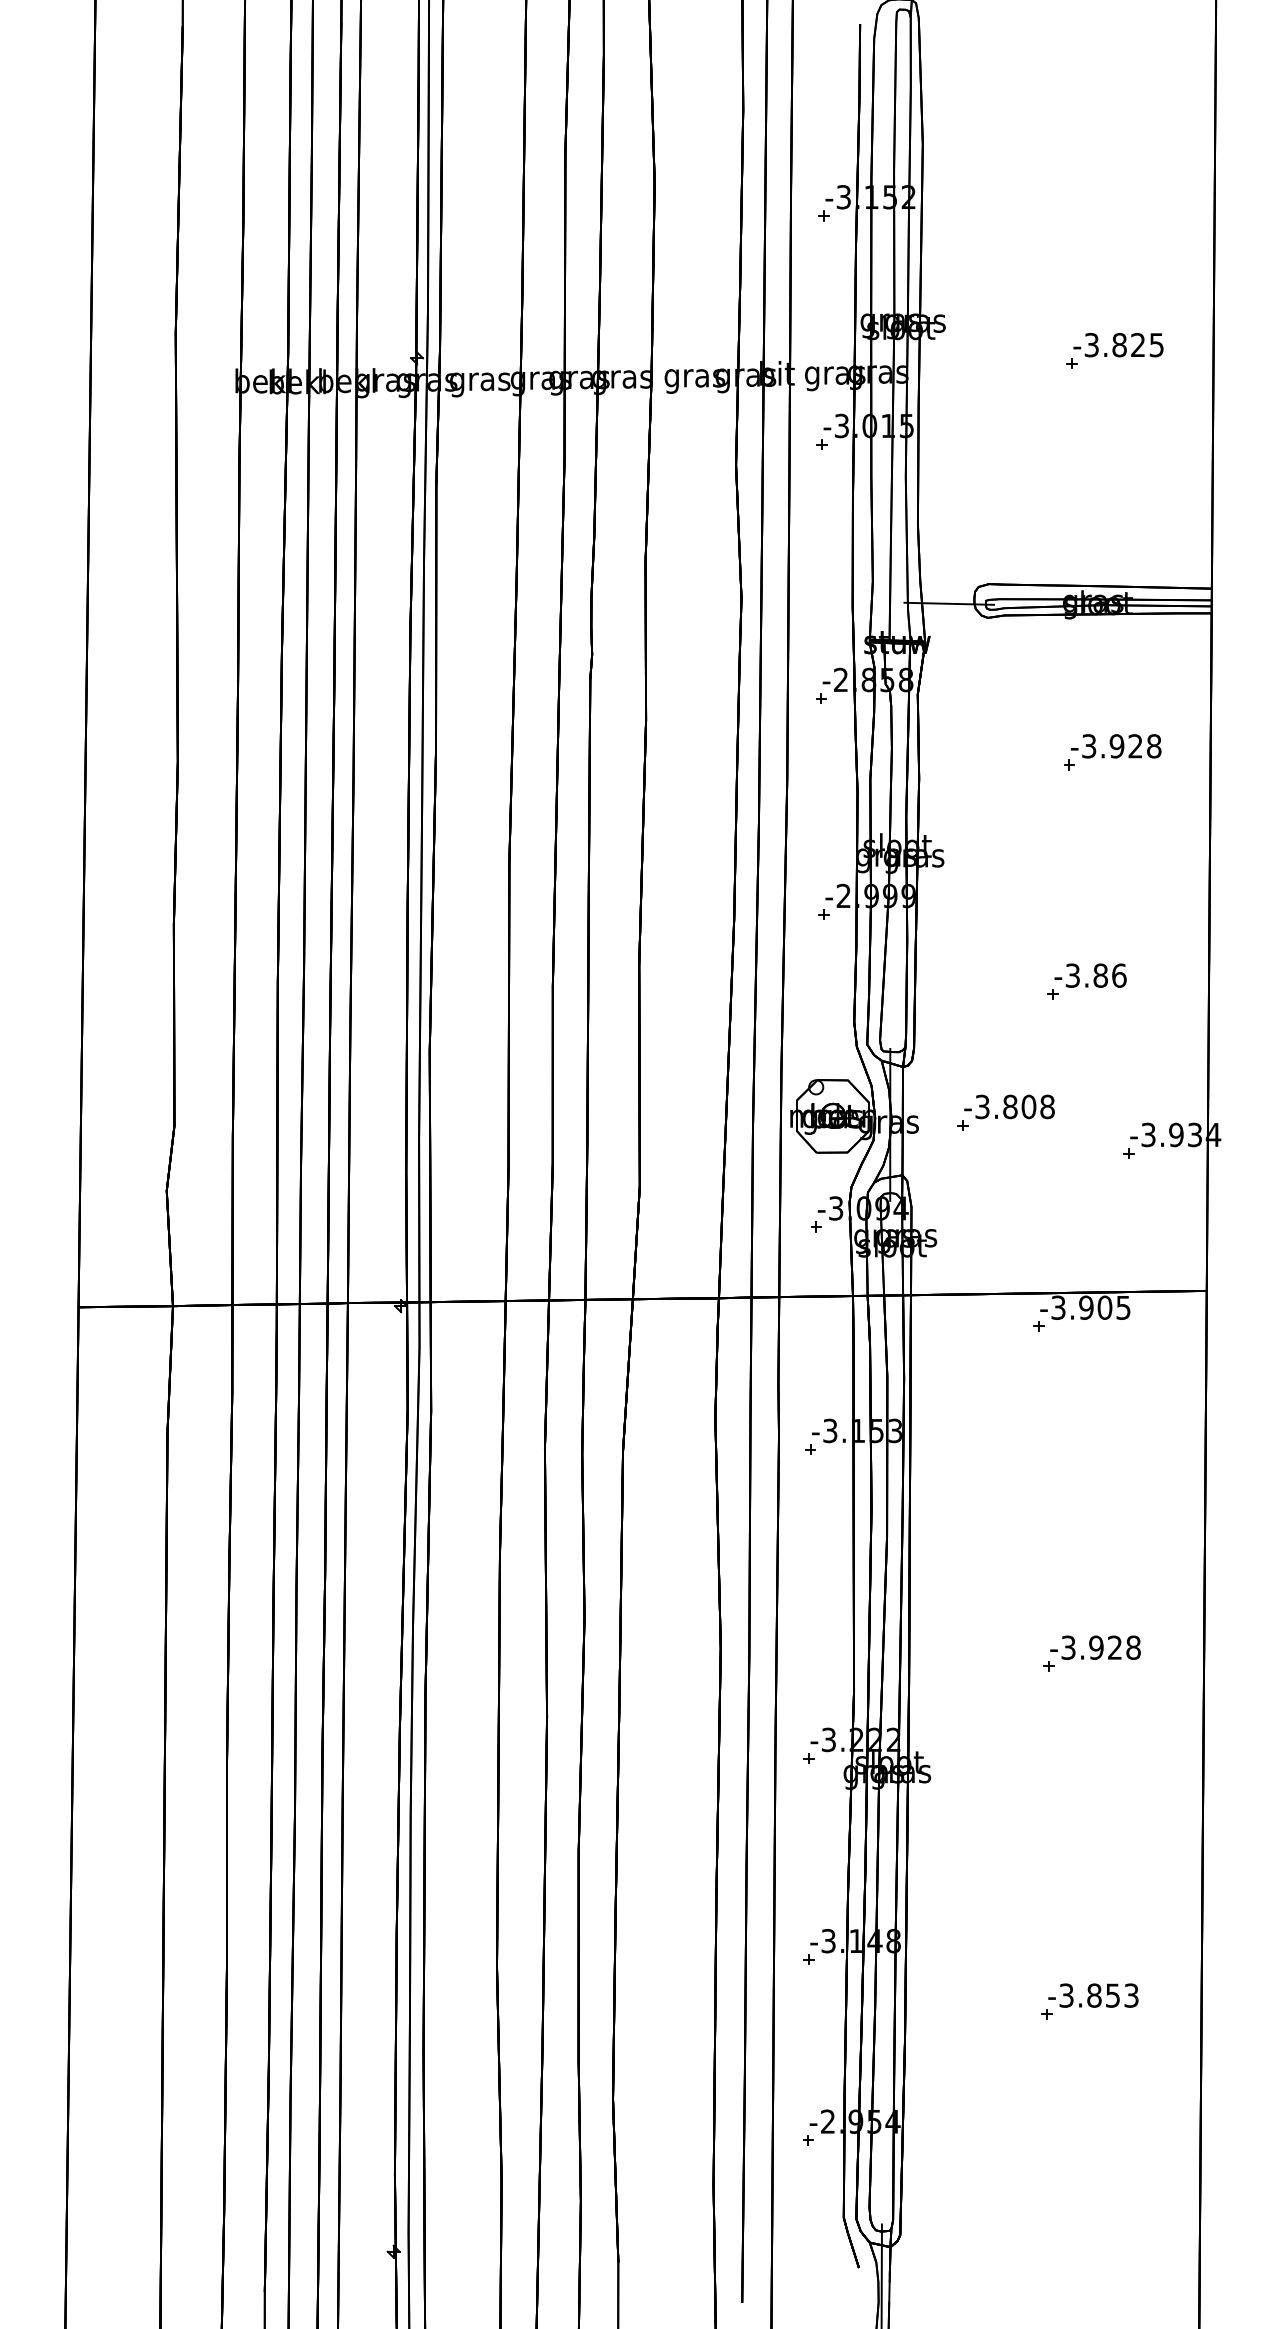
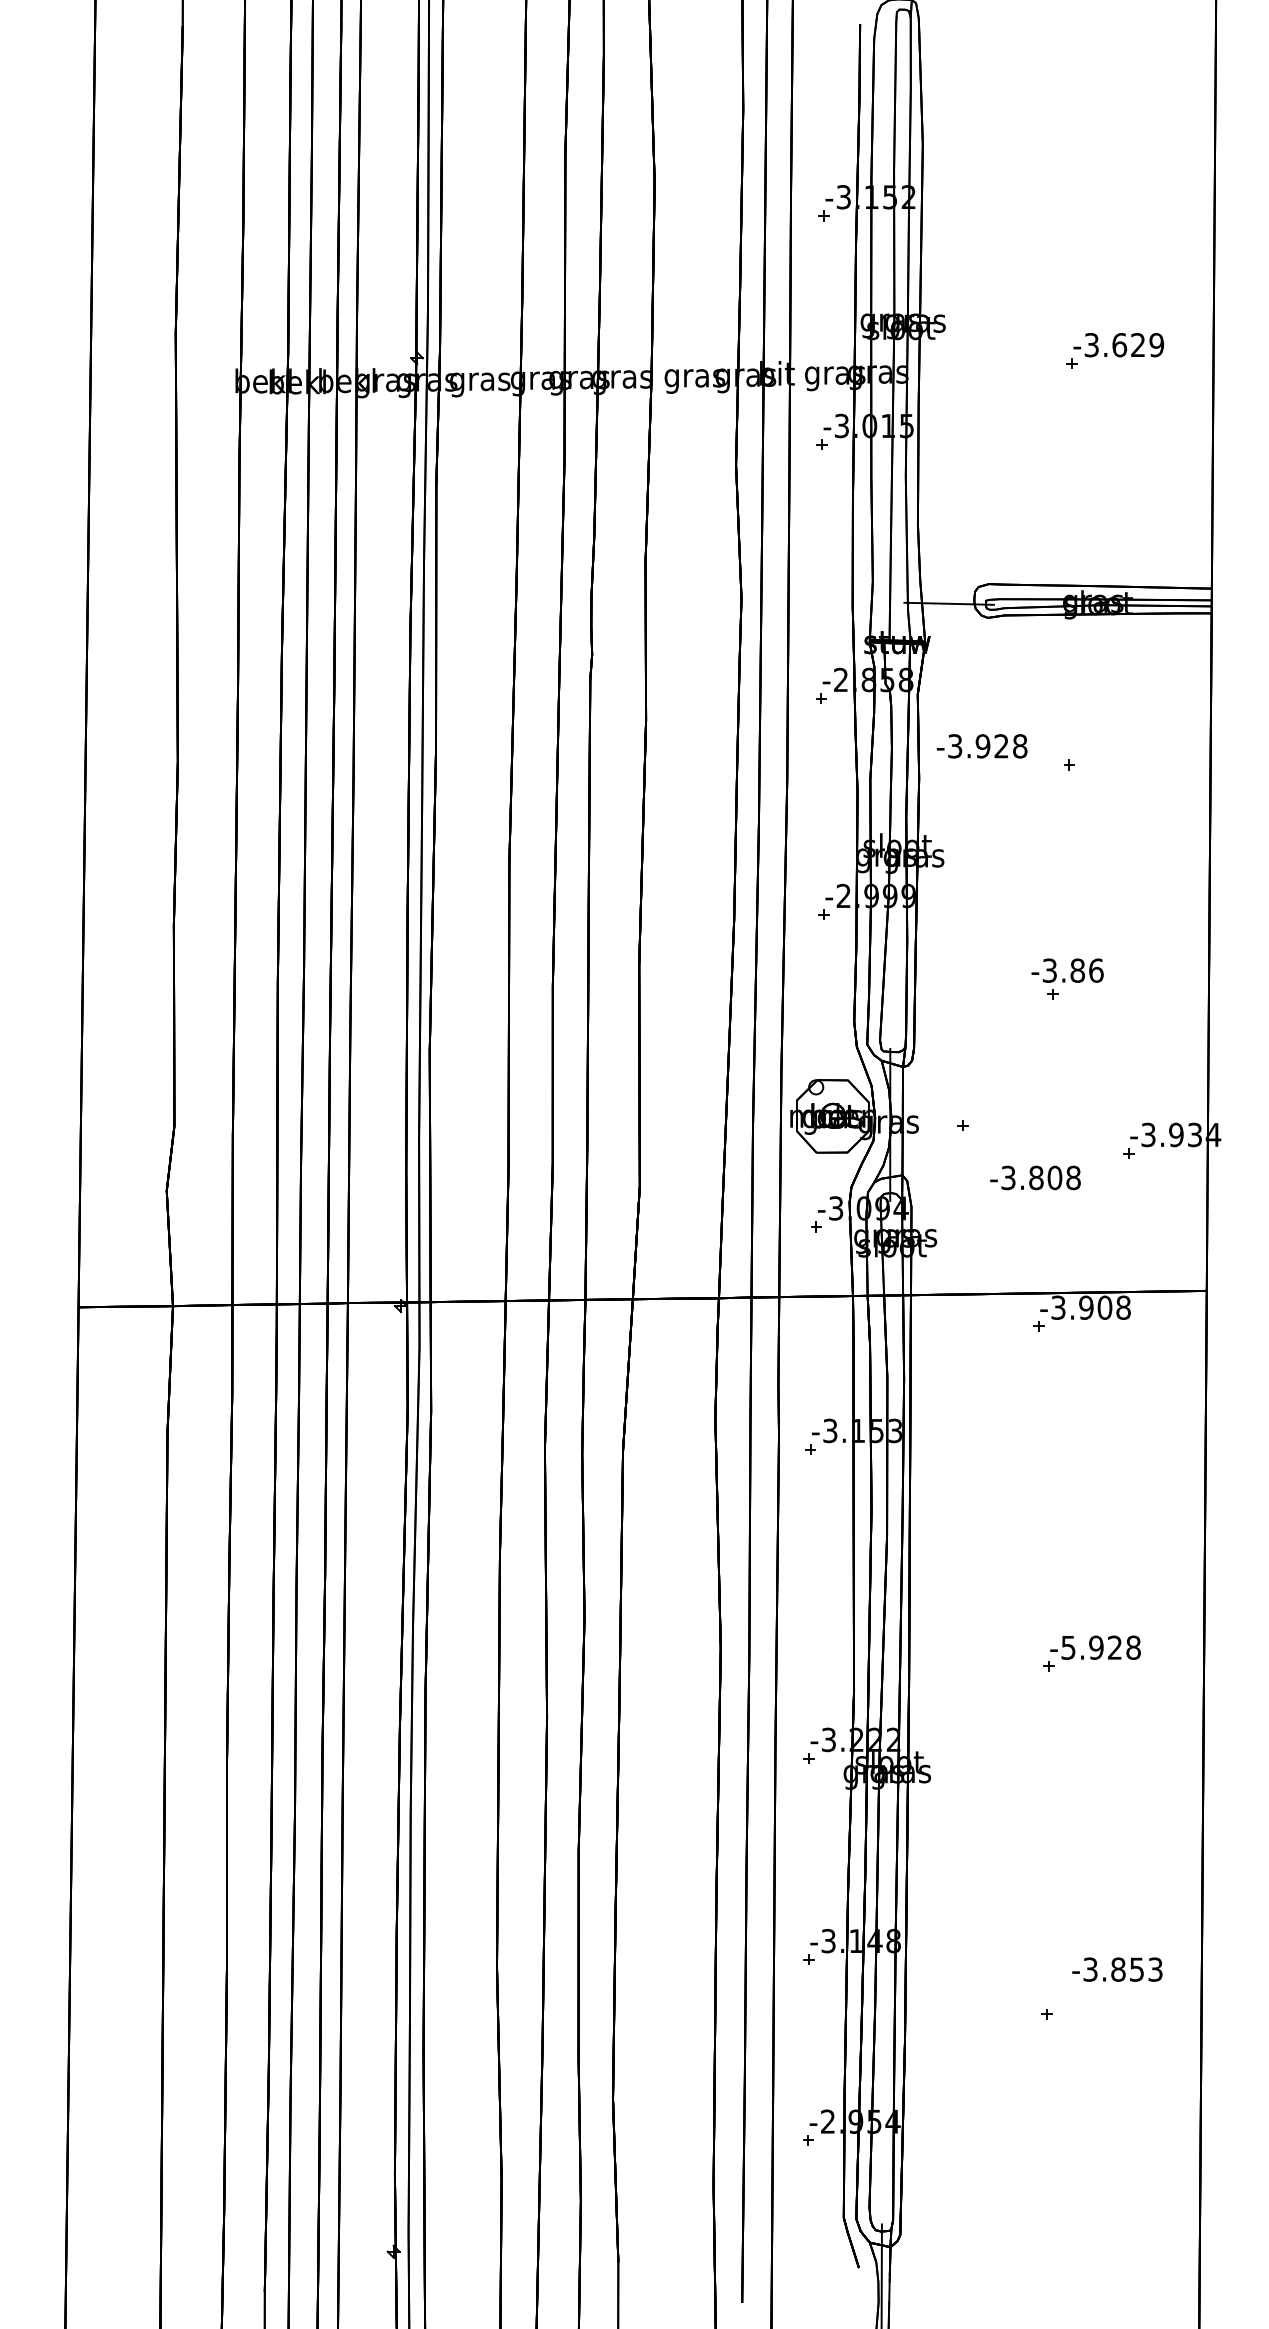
text at (1137, 344): -3.825 -> -3.629
text at (1115, 746) position: (1115, 746) -> (981, 746)
text at (1090, 975) position: (1090, 975) -> (1067, 970)
text at (1009, 1106) position: (1009, 1106) -> (1035, 1177)
text at (1123, 1307): -3.905 -> -3.908
text at (1068, 1647): -3.928 -> -5.928
text at (1093, 1995) position: (1093, 1995) -> (1117, 1969)
